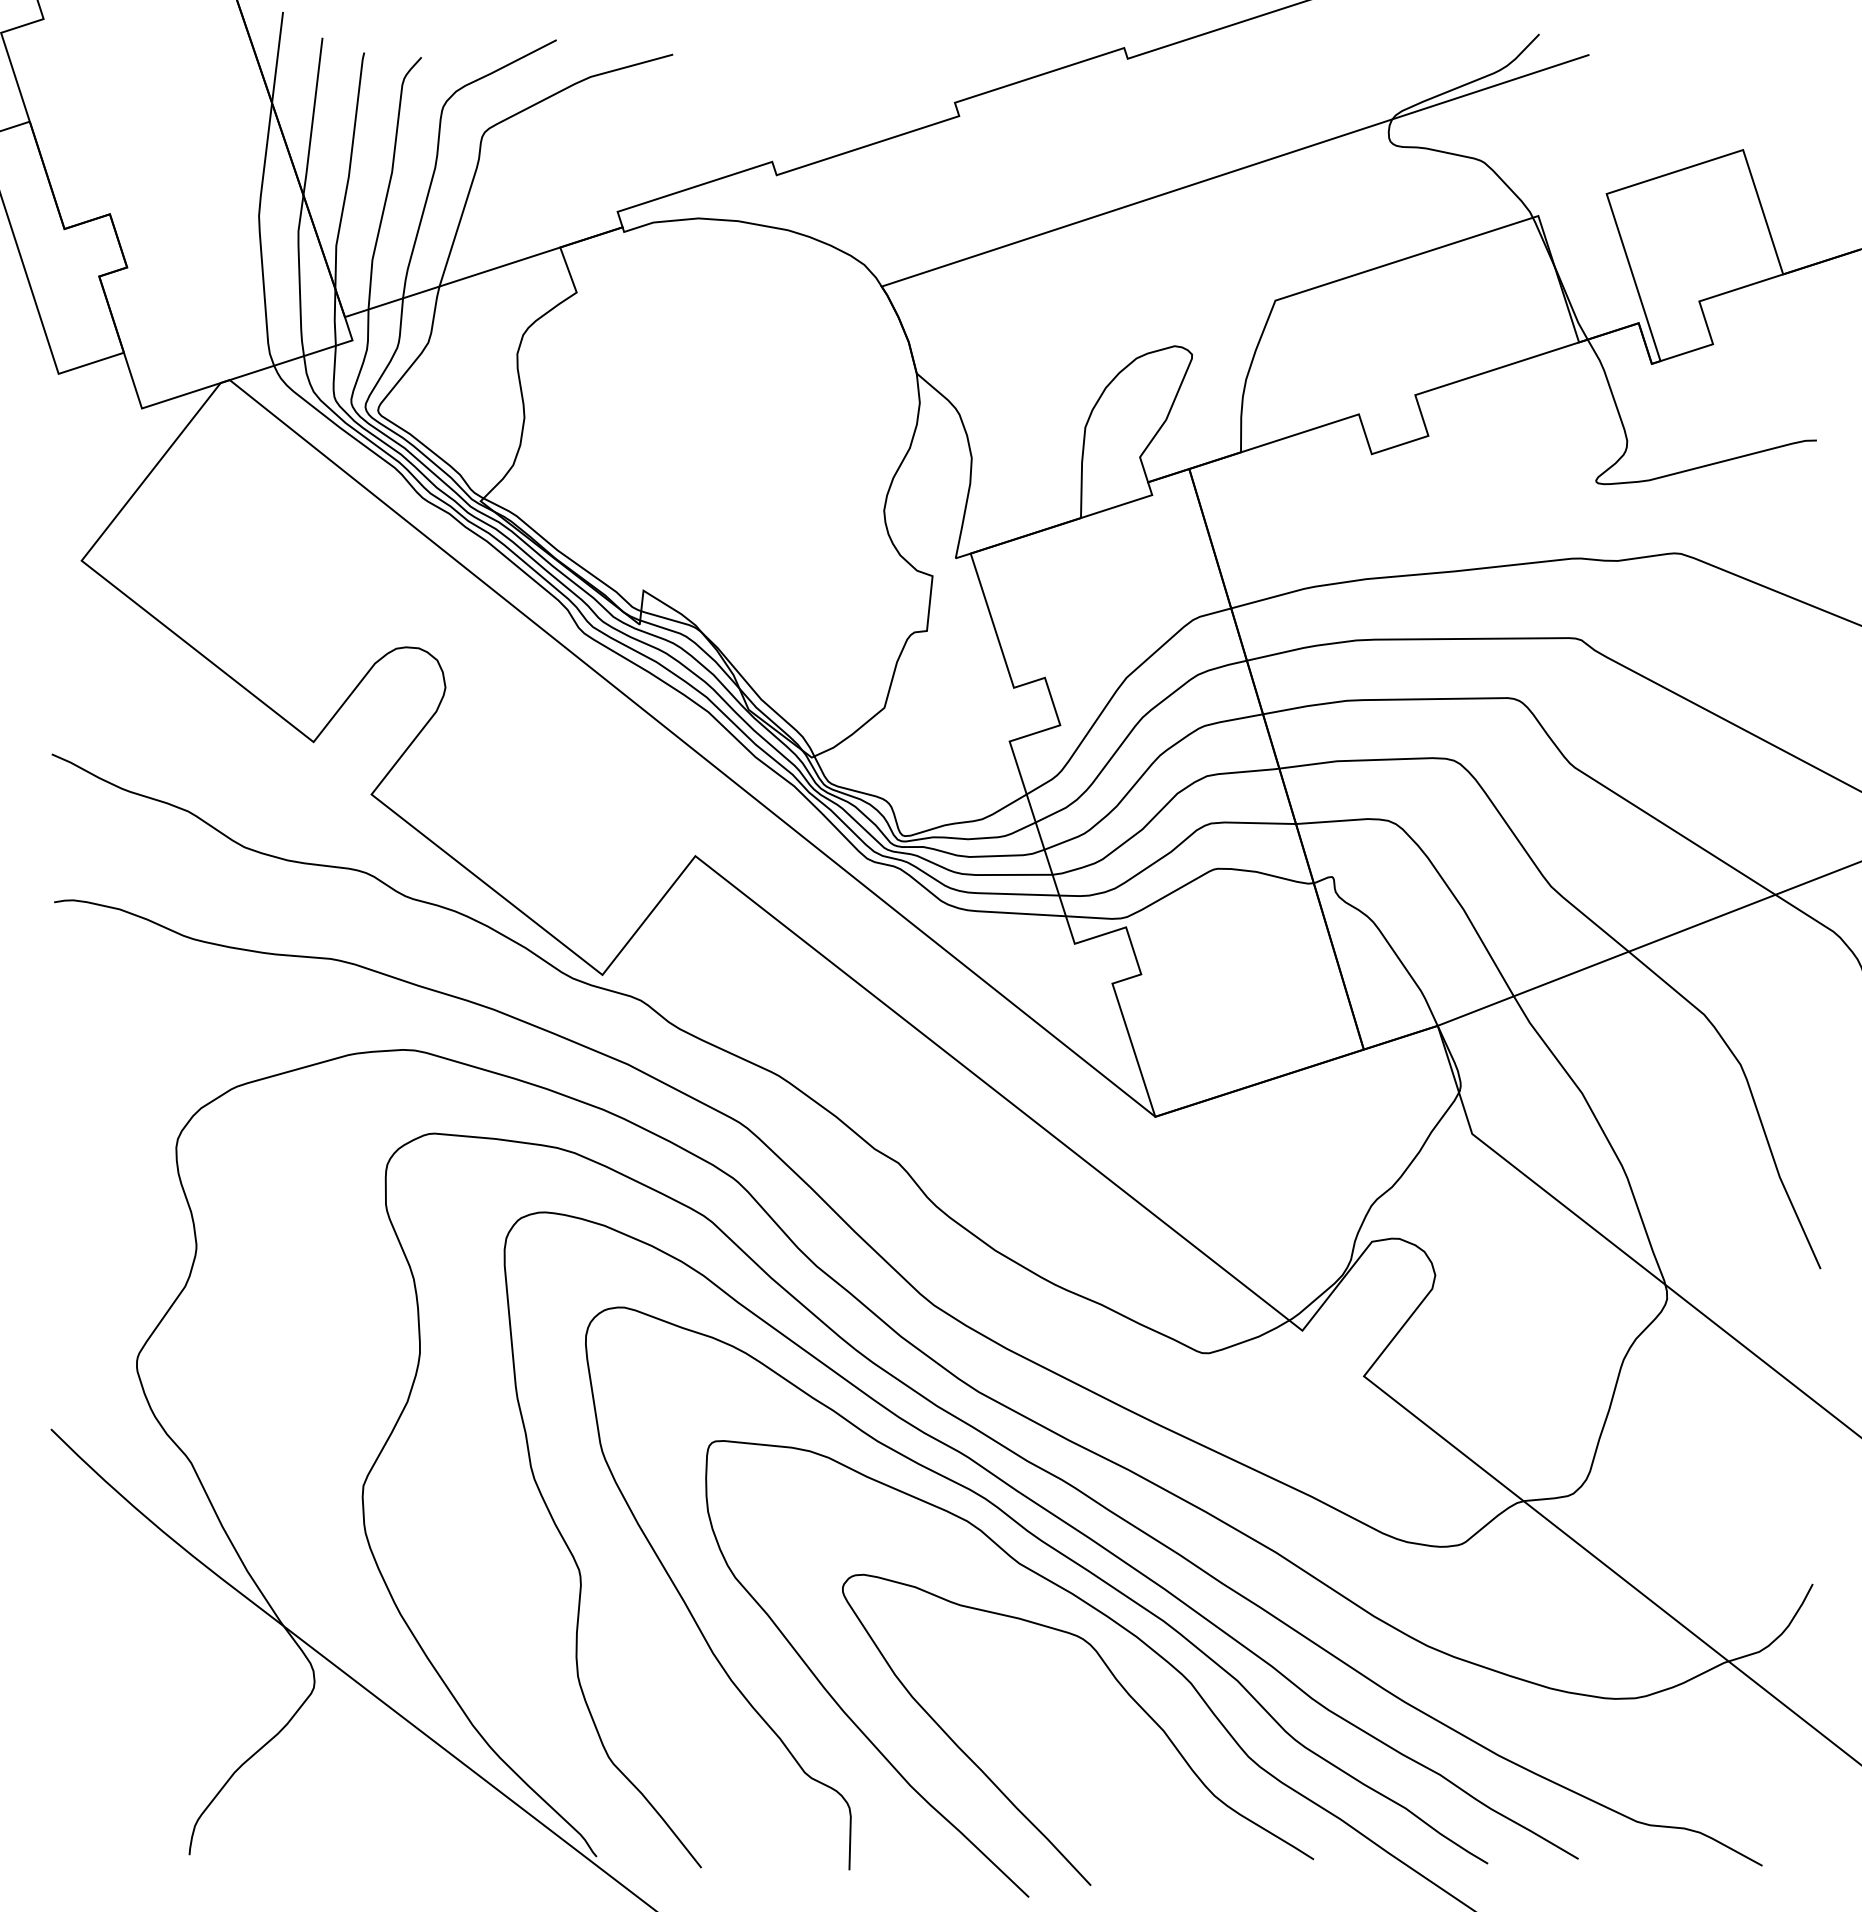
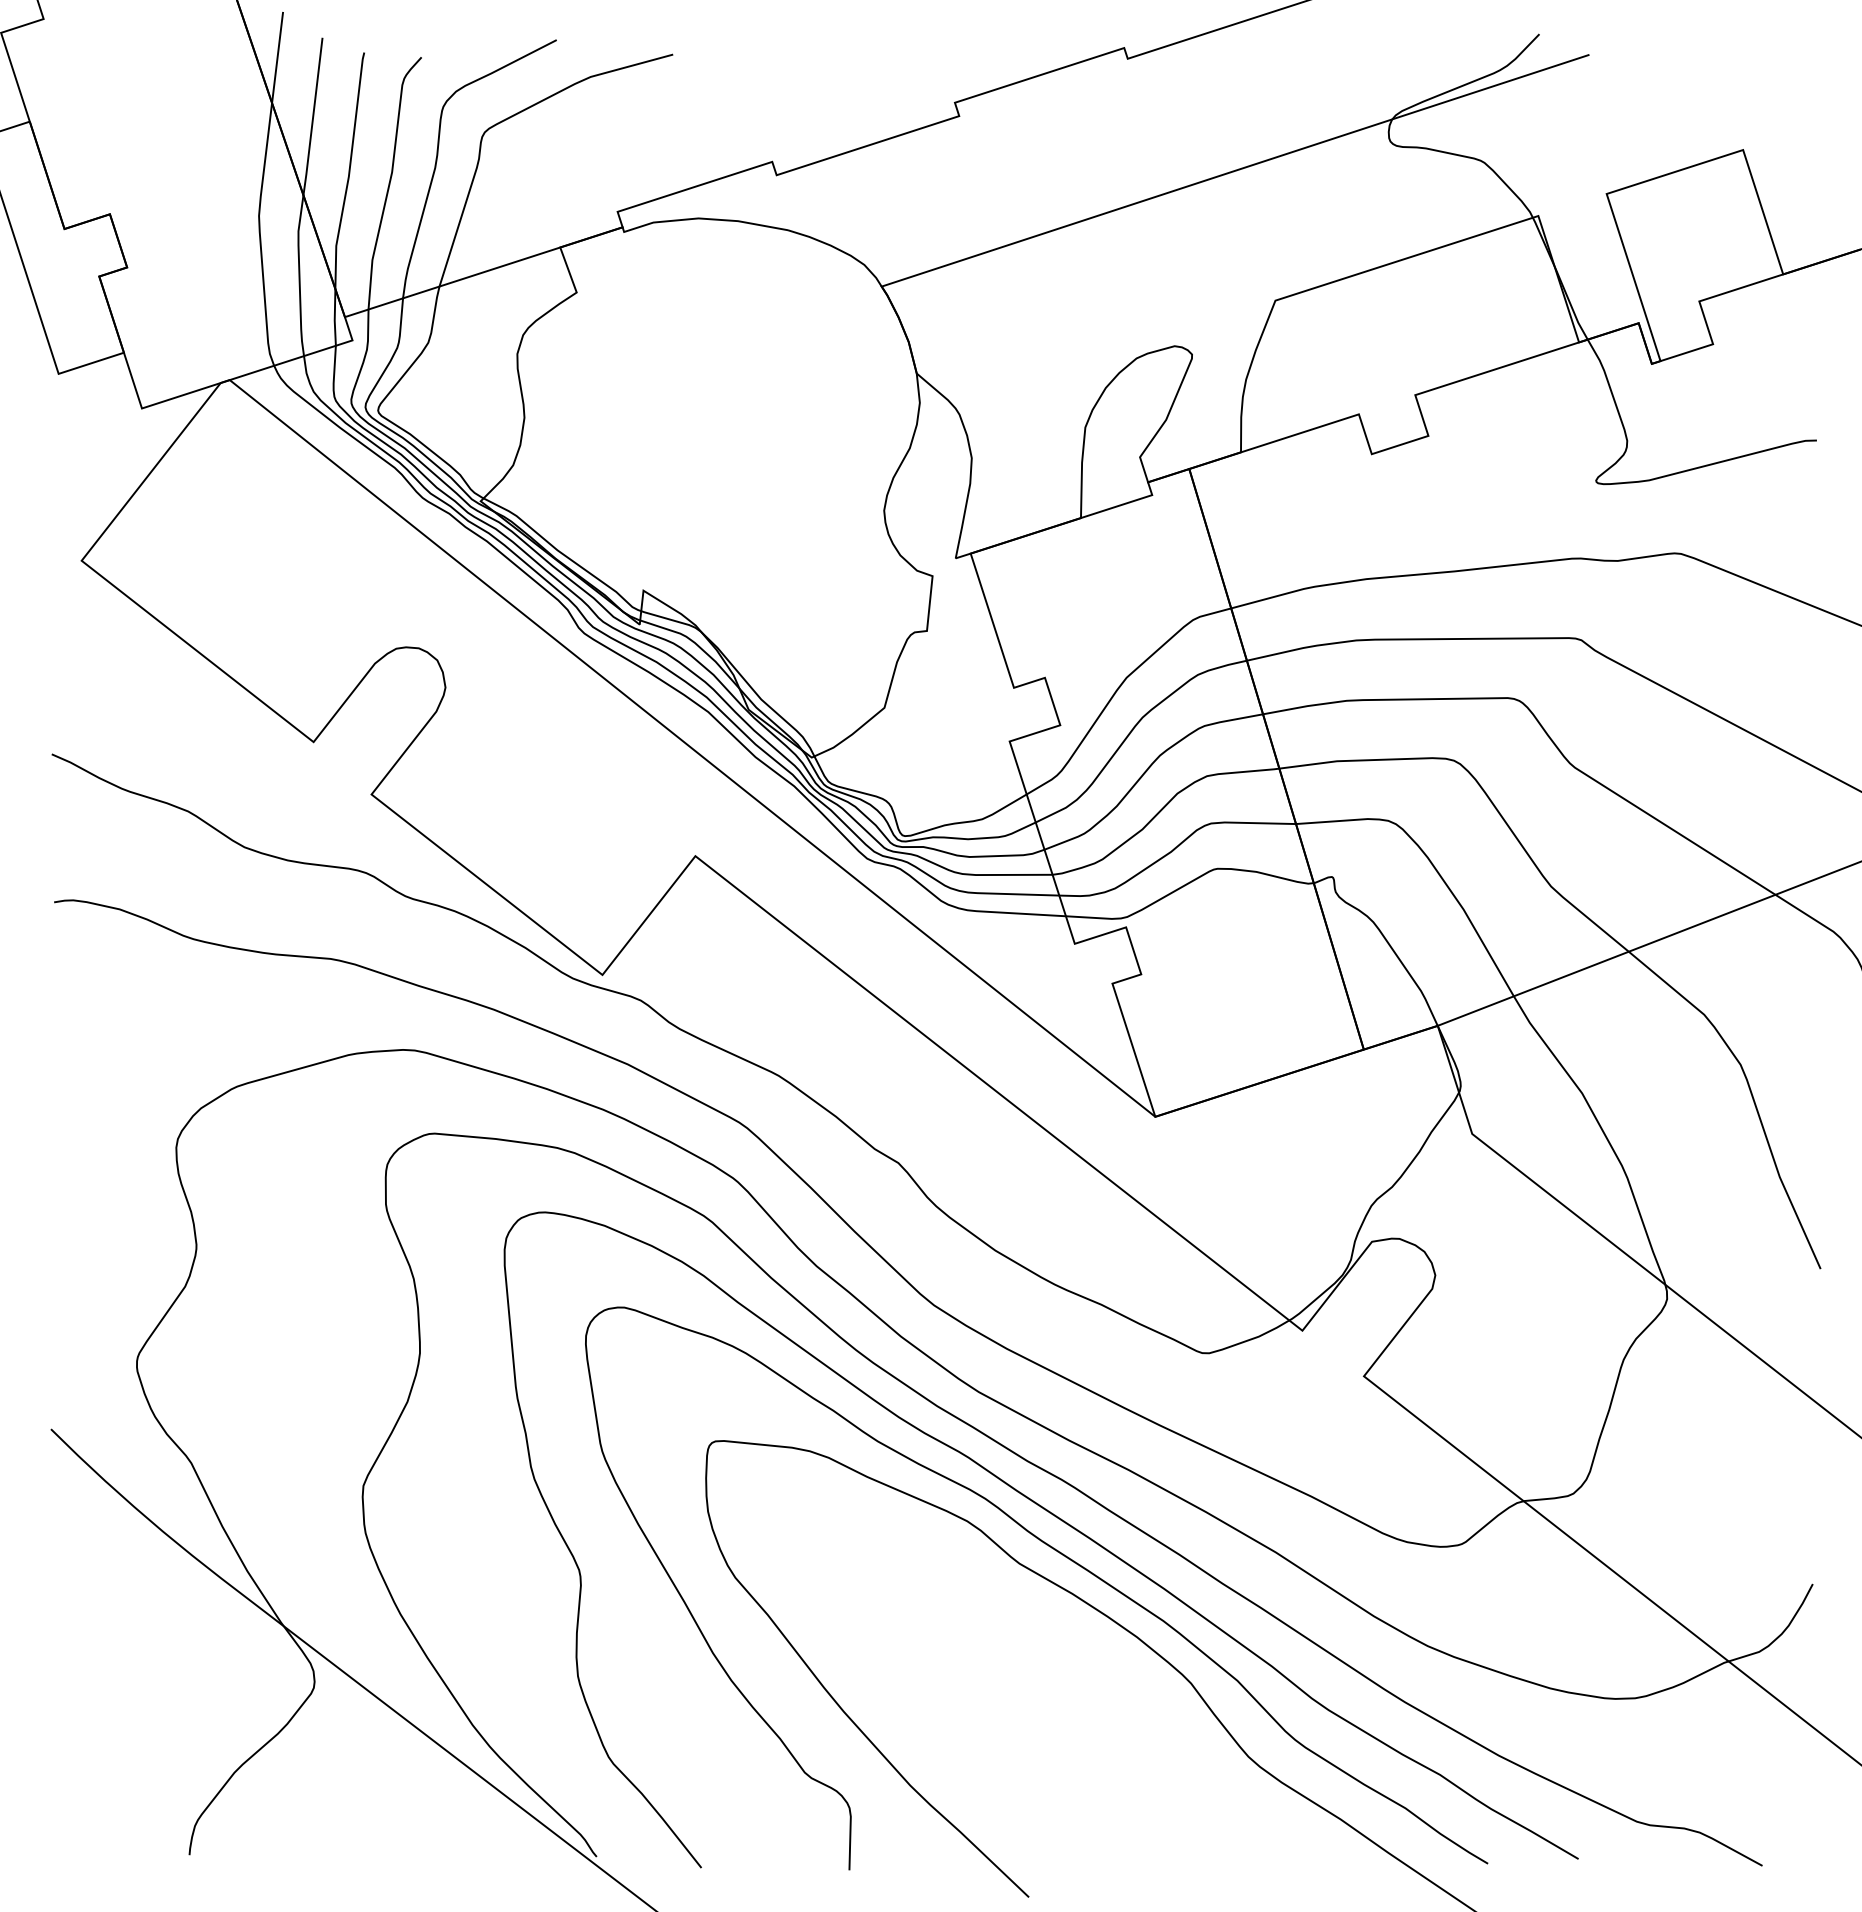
curve at (1126, 1693): present -> none
